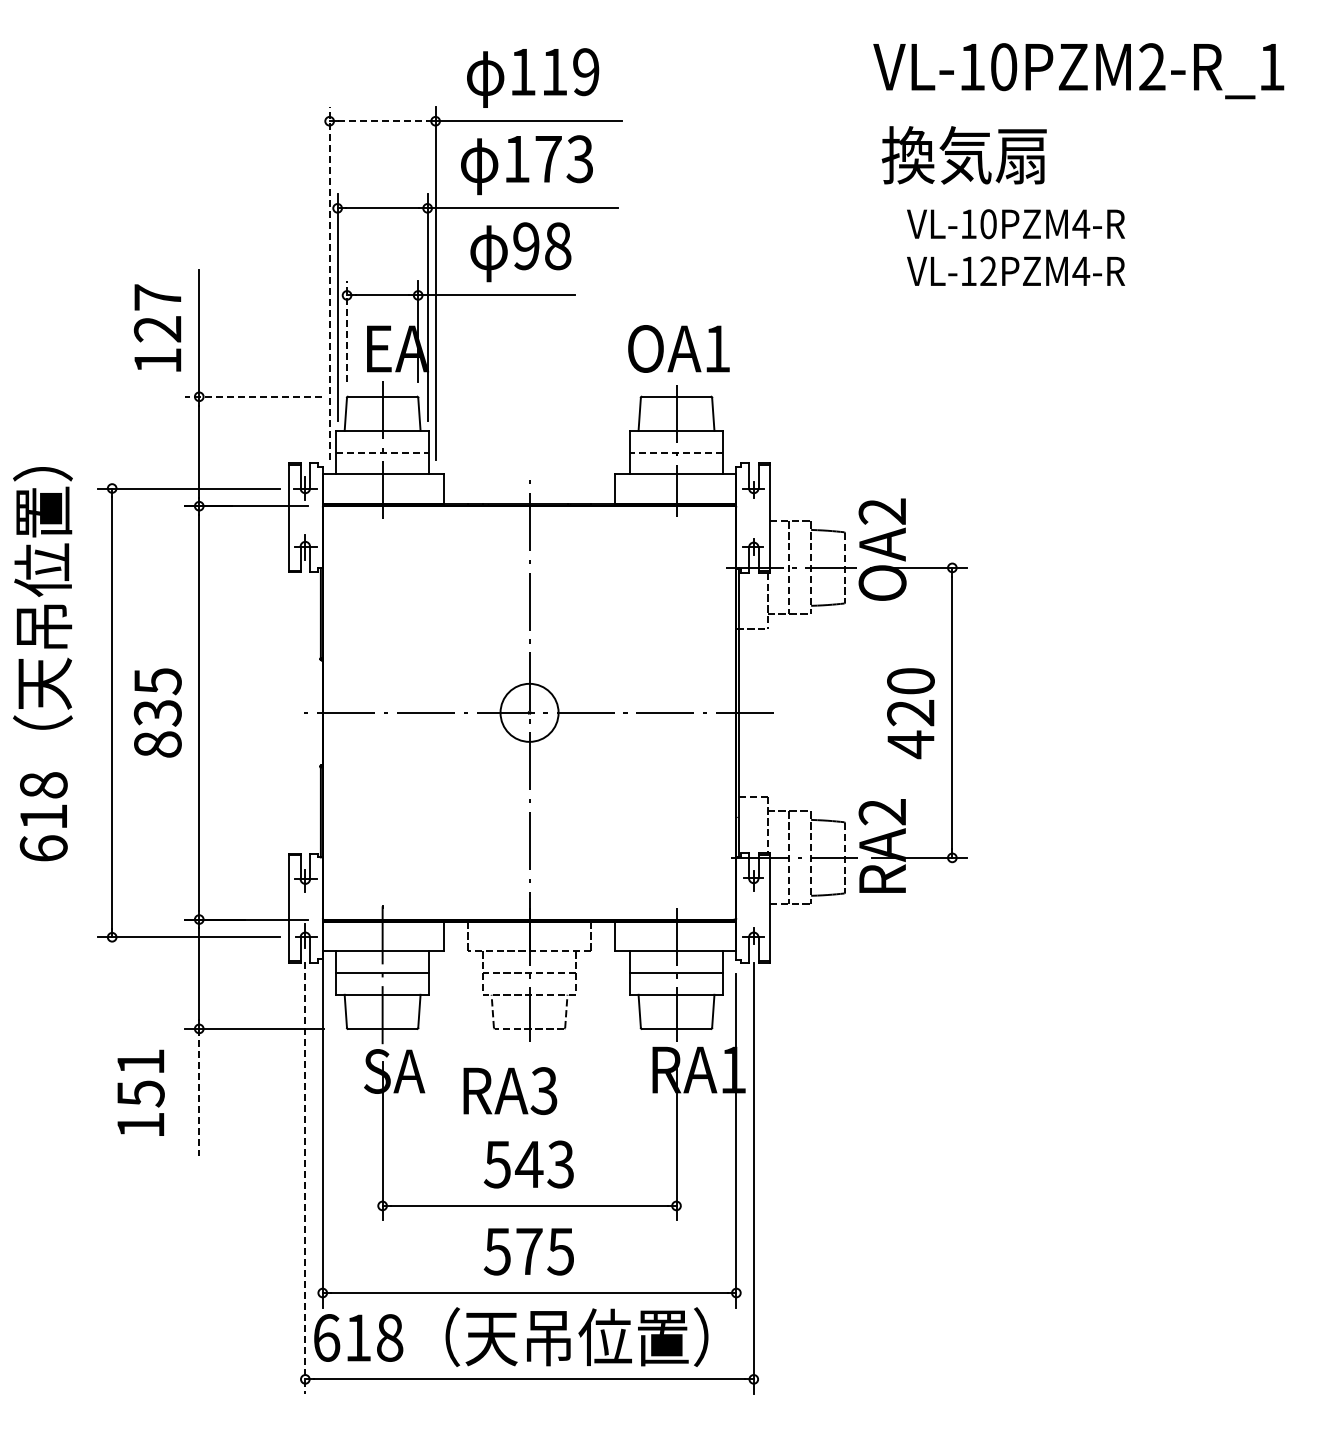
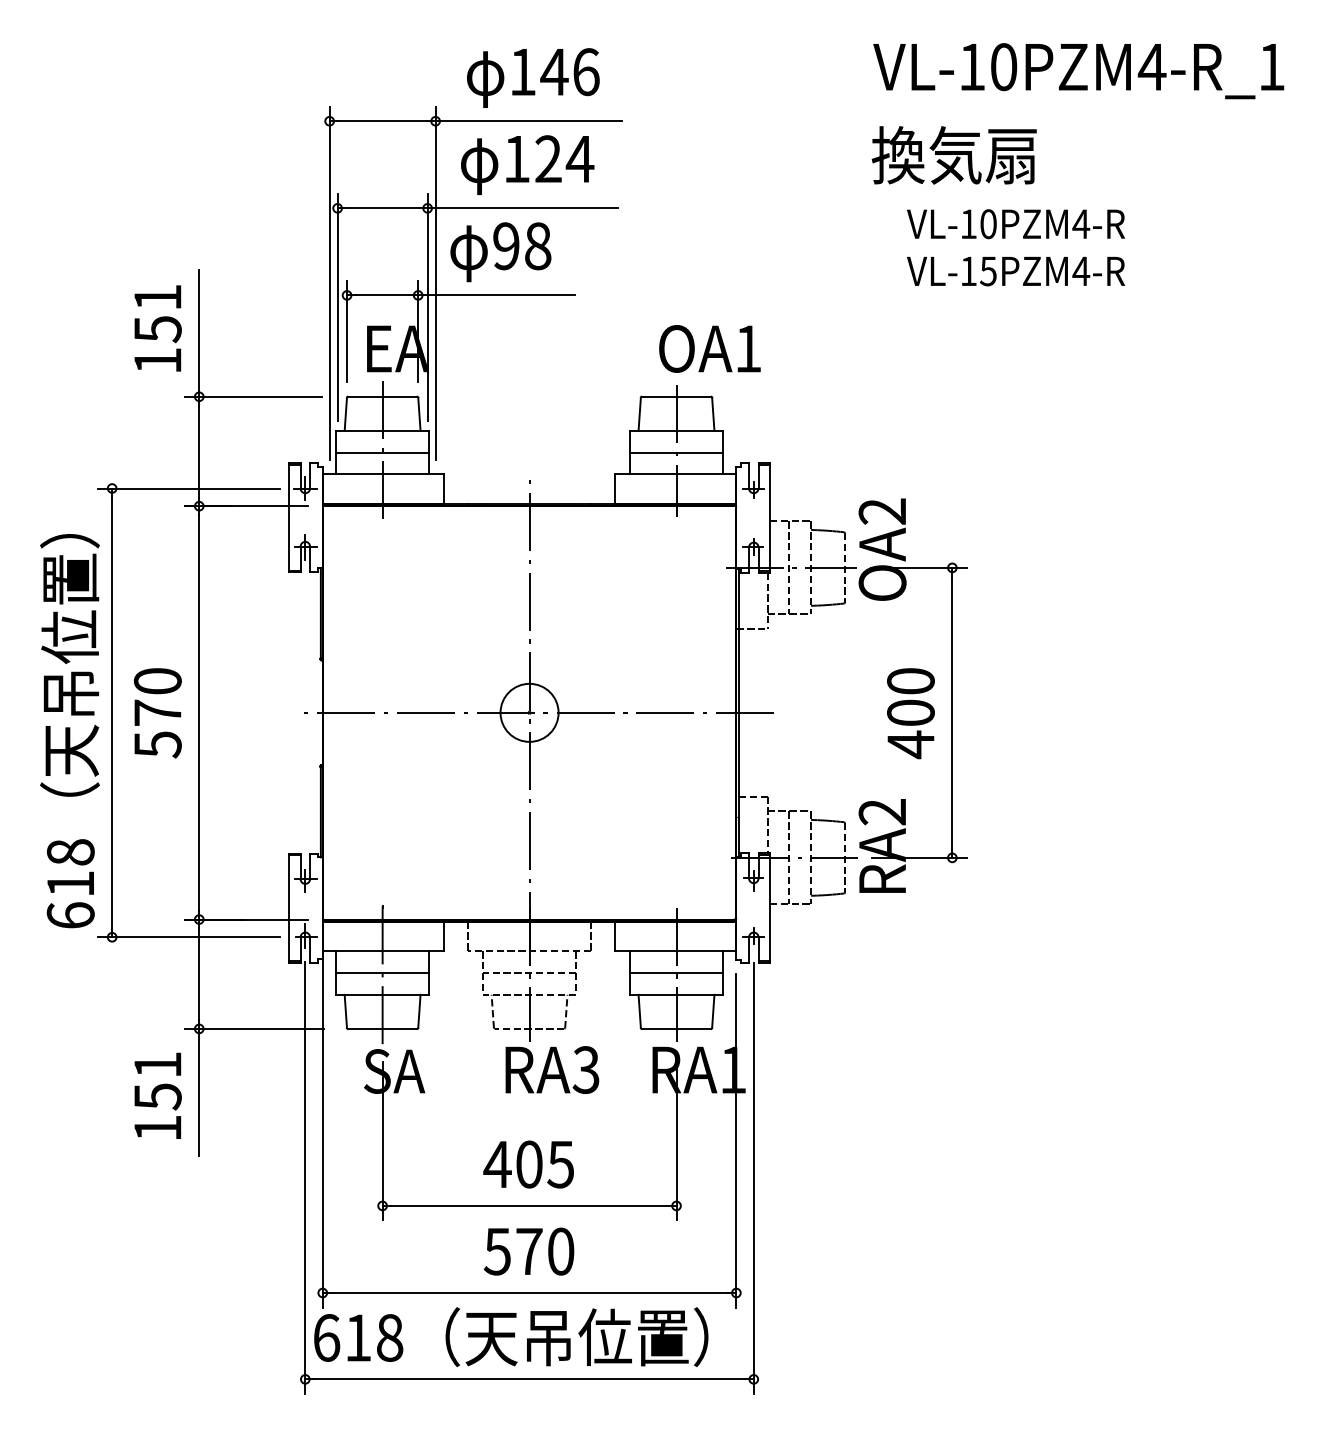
text at (1151, 66): VL-10PZM2-R_1 -> VL-10PZM4-R_1
text at (569, 72): 119 -> 146
line at (383, 121): dashed -> solid
text at (963, 155) position: (963, 155) -> (953, 155)
text at (564, 159): 173 -> 124
text at (520, 252) position: (520, 252) -> (500, 252)
text at (988, 271): VL-12PZM4-R -> VL-15PZM4-R
line at (329, 283): dashed -> solid
text at (157, 313): 127 -> 151
line at (347, 331): dashed -> solid
text at (678, 348) position: (678, 348) -> (709, 348)
line at (252, 396): dashed -> solid
line at (383, 452): dashed -> solid
line at (676, 452): dashed -> solid
text at (42, 664) position: (42, 664) -> (69, 731)
text at (910, 712): 420 -> 400
text at (157, 713): 835 -> 570
text at (510, 1090) position: (510, 1090) -> (552, 1069)
text at (140, 1092) position: (140, 1092) -> (157, 1095)
line at (199, 1092): dashed -> solid
text at (528, 1164): 543 -> 405
line at (305, 1178): dashed -> solid
text at (560, 1251): 575 -> 570
